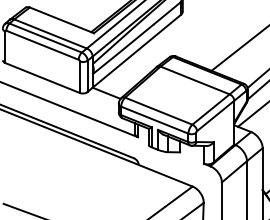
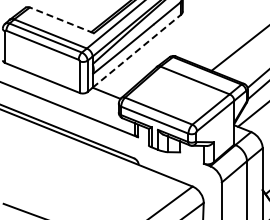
line at (61, 20): solid -> dashed
line at (137, 50): solid -> dashed
